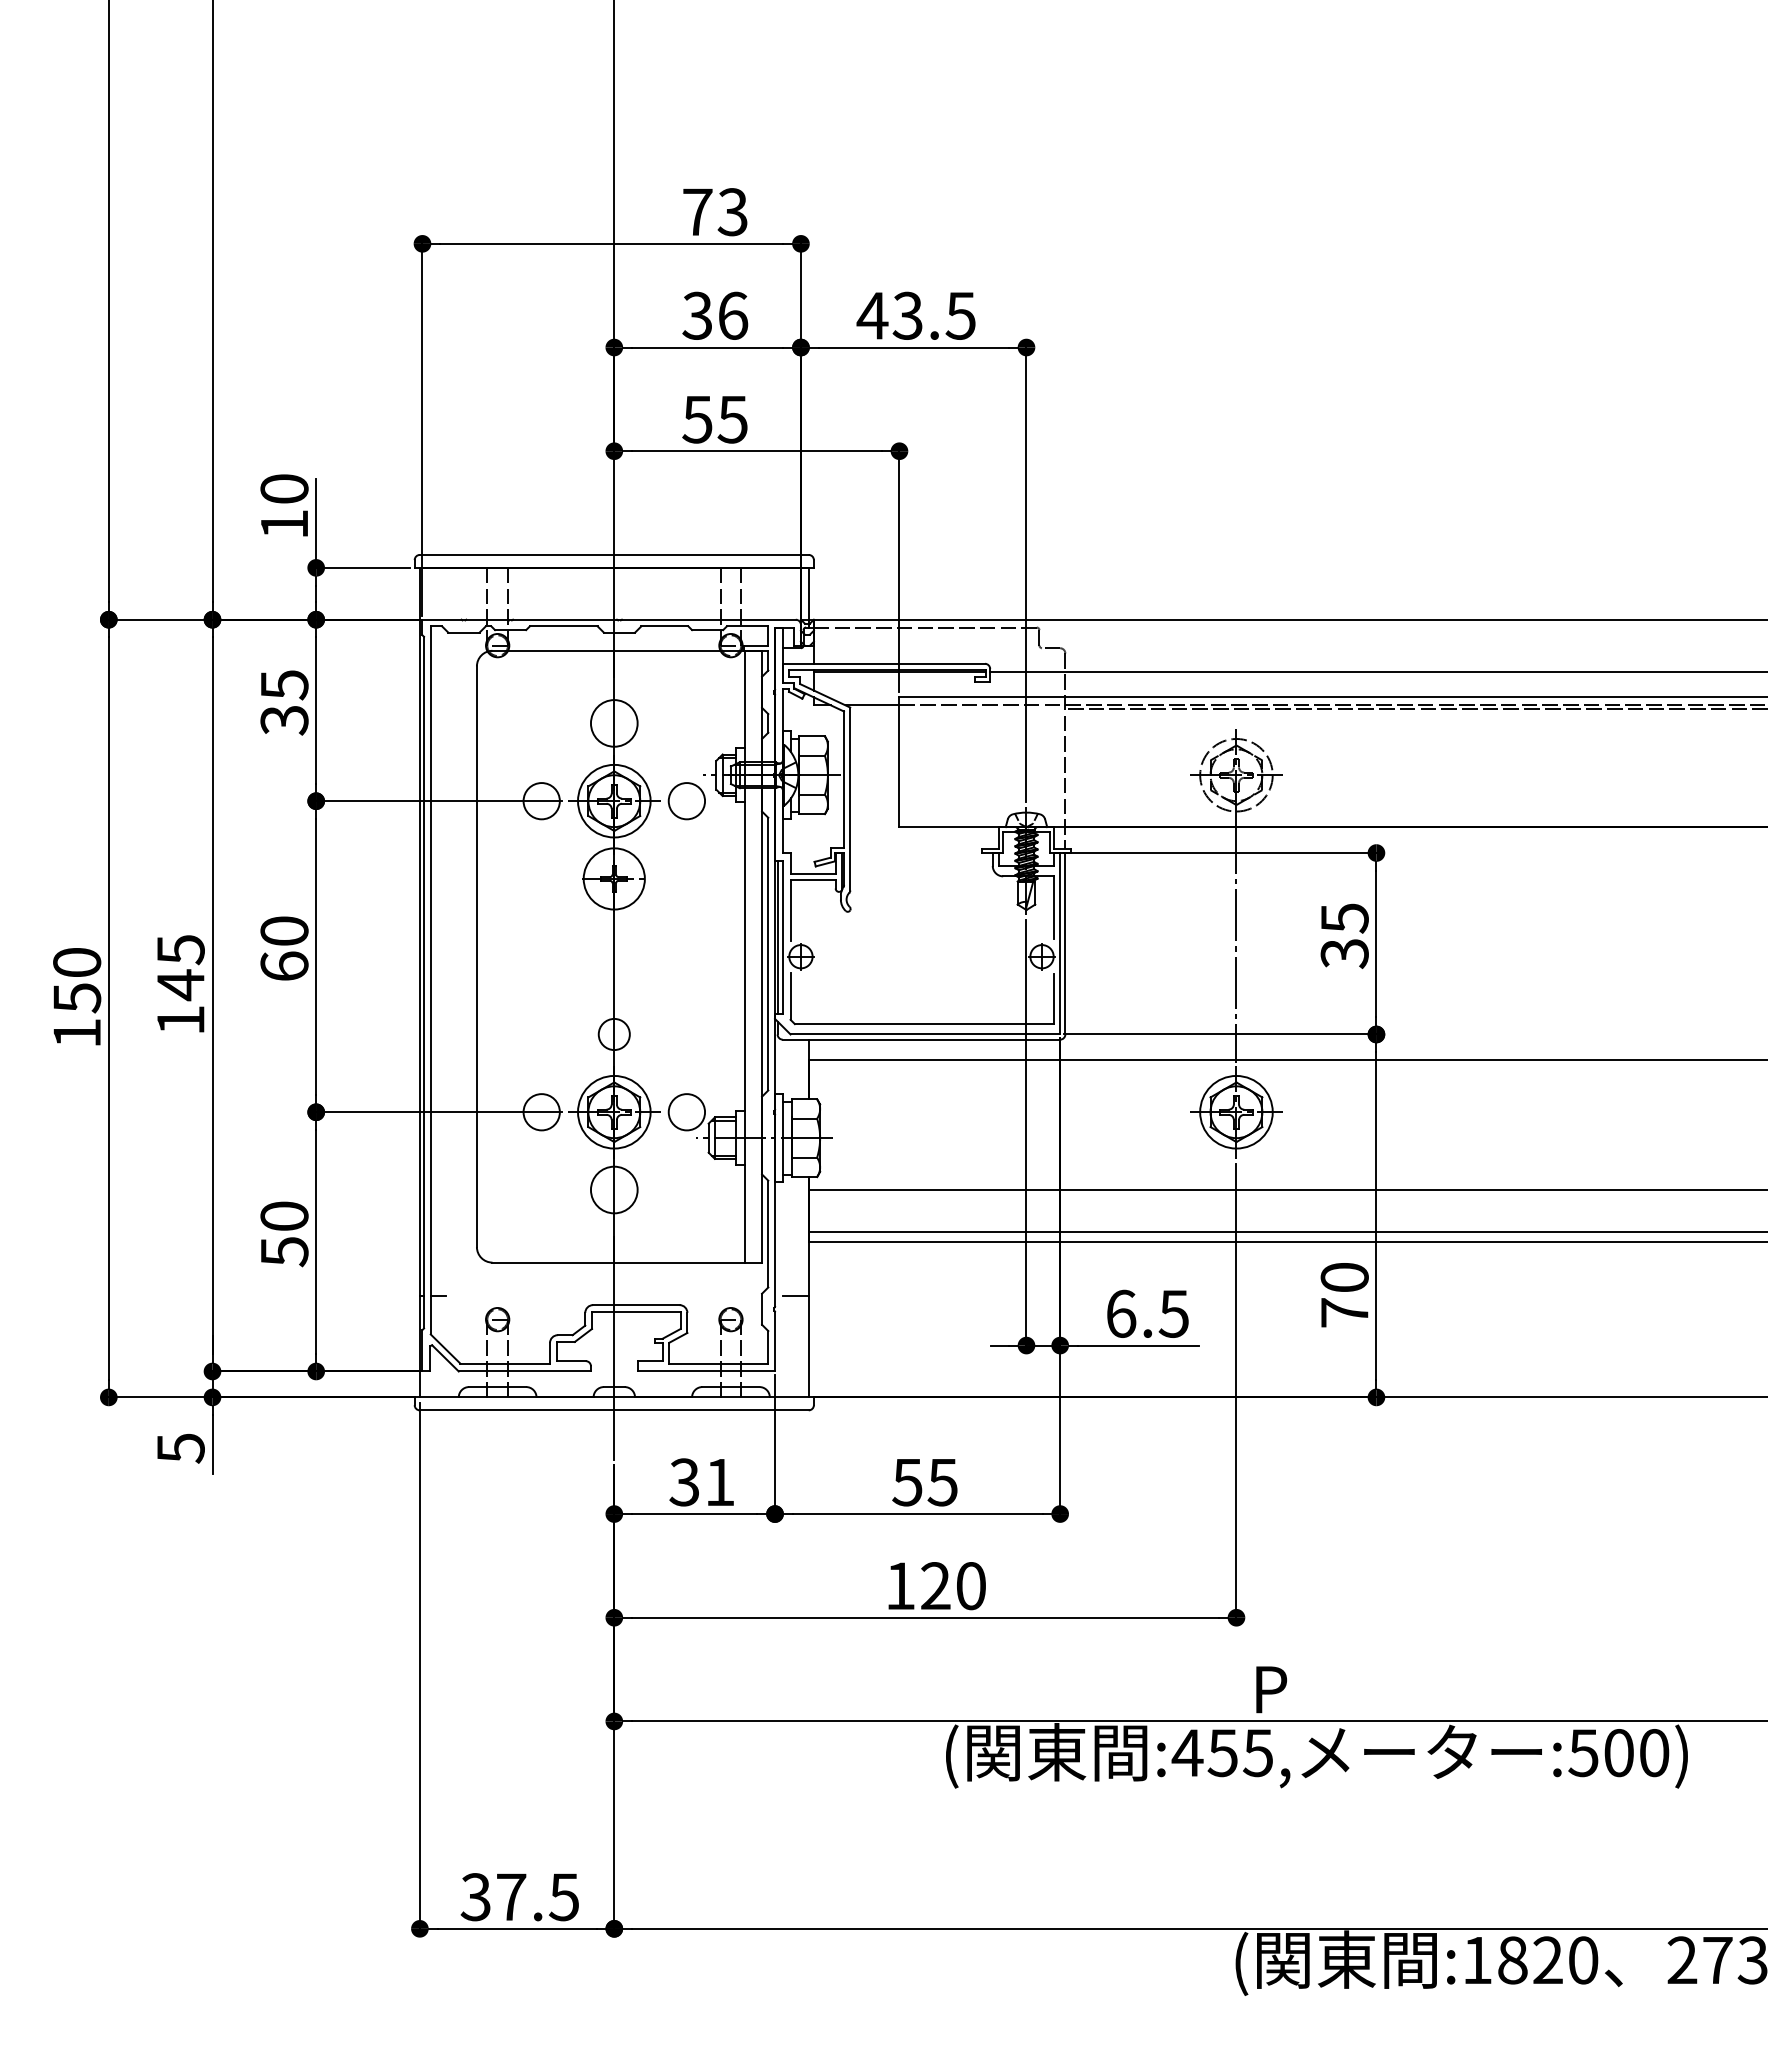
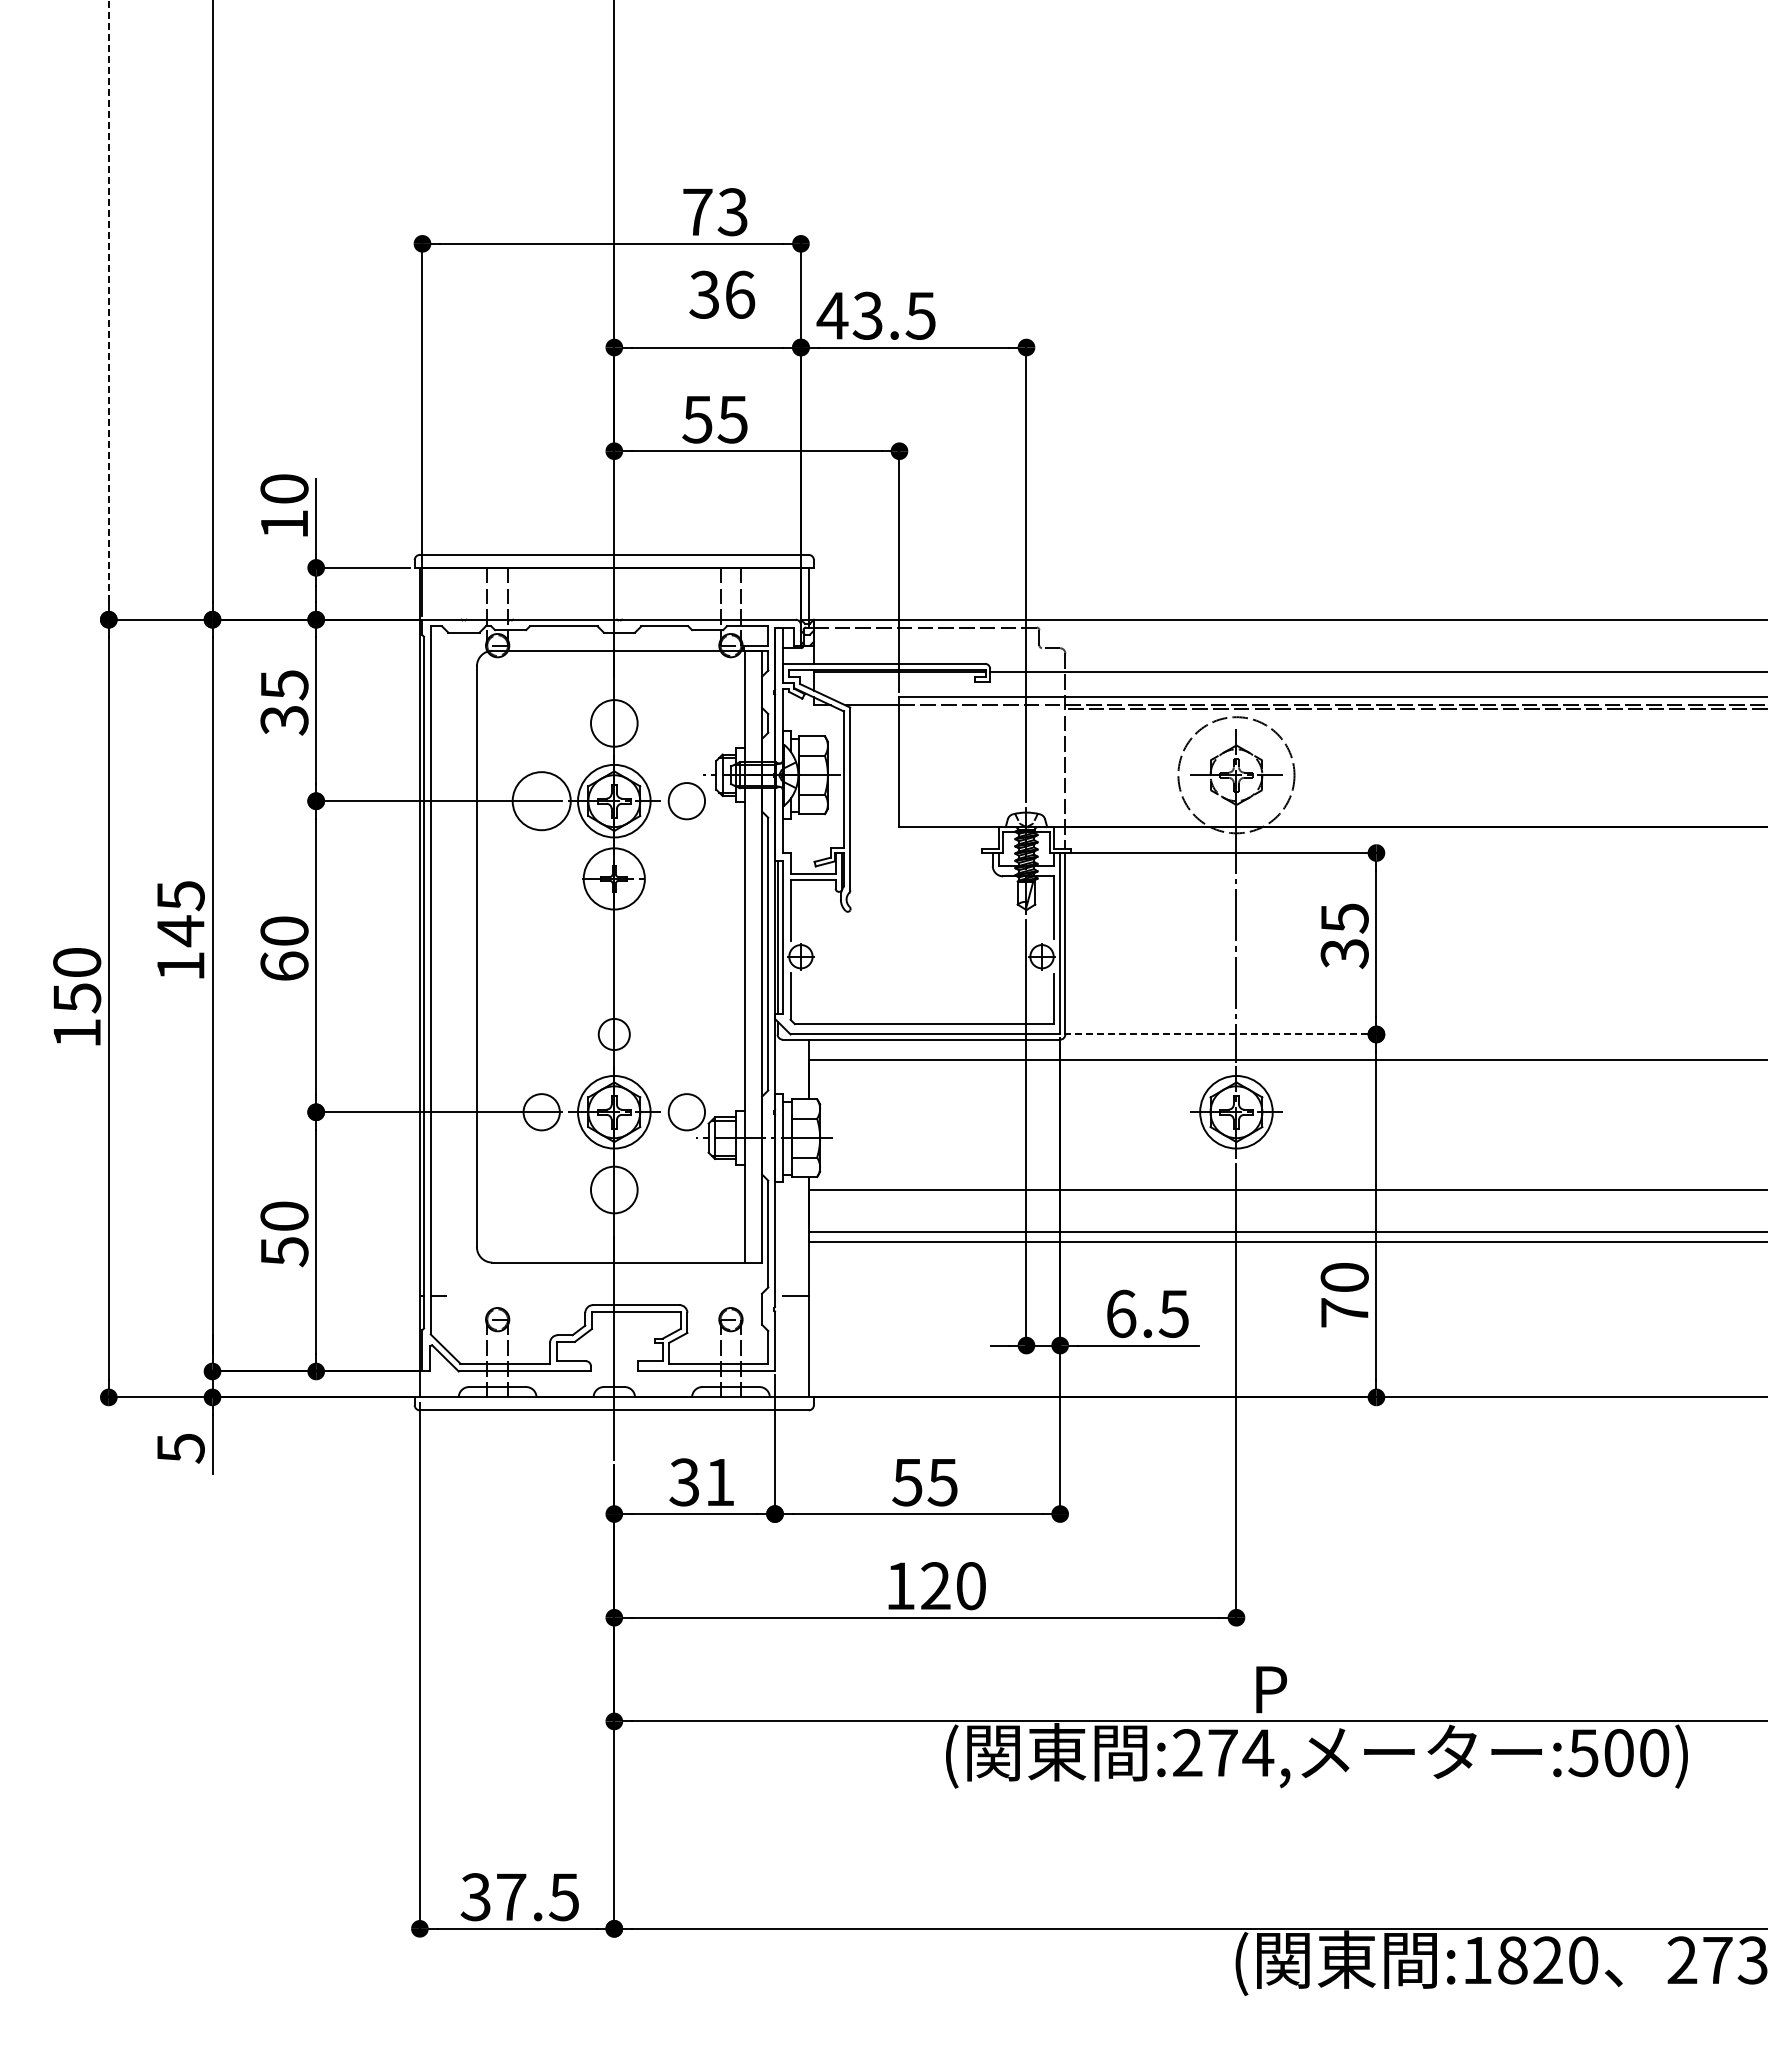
line at (108, 301): solid -> dashed
text at (715, 315) position: (715, 315) -> (722, 294)
text at (915, 315) position: (915, 315) -> (875, 315)
circle at (1236, 774) diameter: 73 px -> 116 px
circle at (541, 801) diameter: 36 px -> 58 px
text at (180, 983) position: (180, 983) -> (180, 929)
line at (1222, 1034): solid -> dashed
text at (1222, 1753): :455, -> :274,
